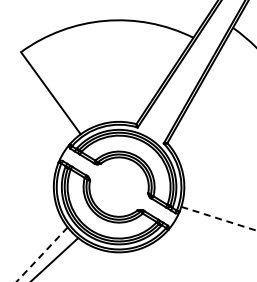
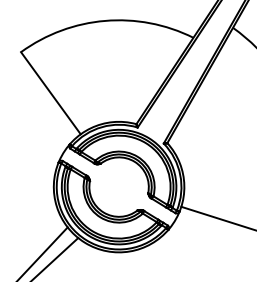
line at (219, 218): dashed -> solid
line at (41, 255): dashed -> solid
